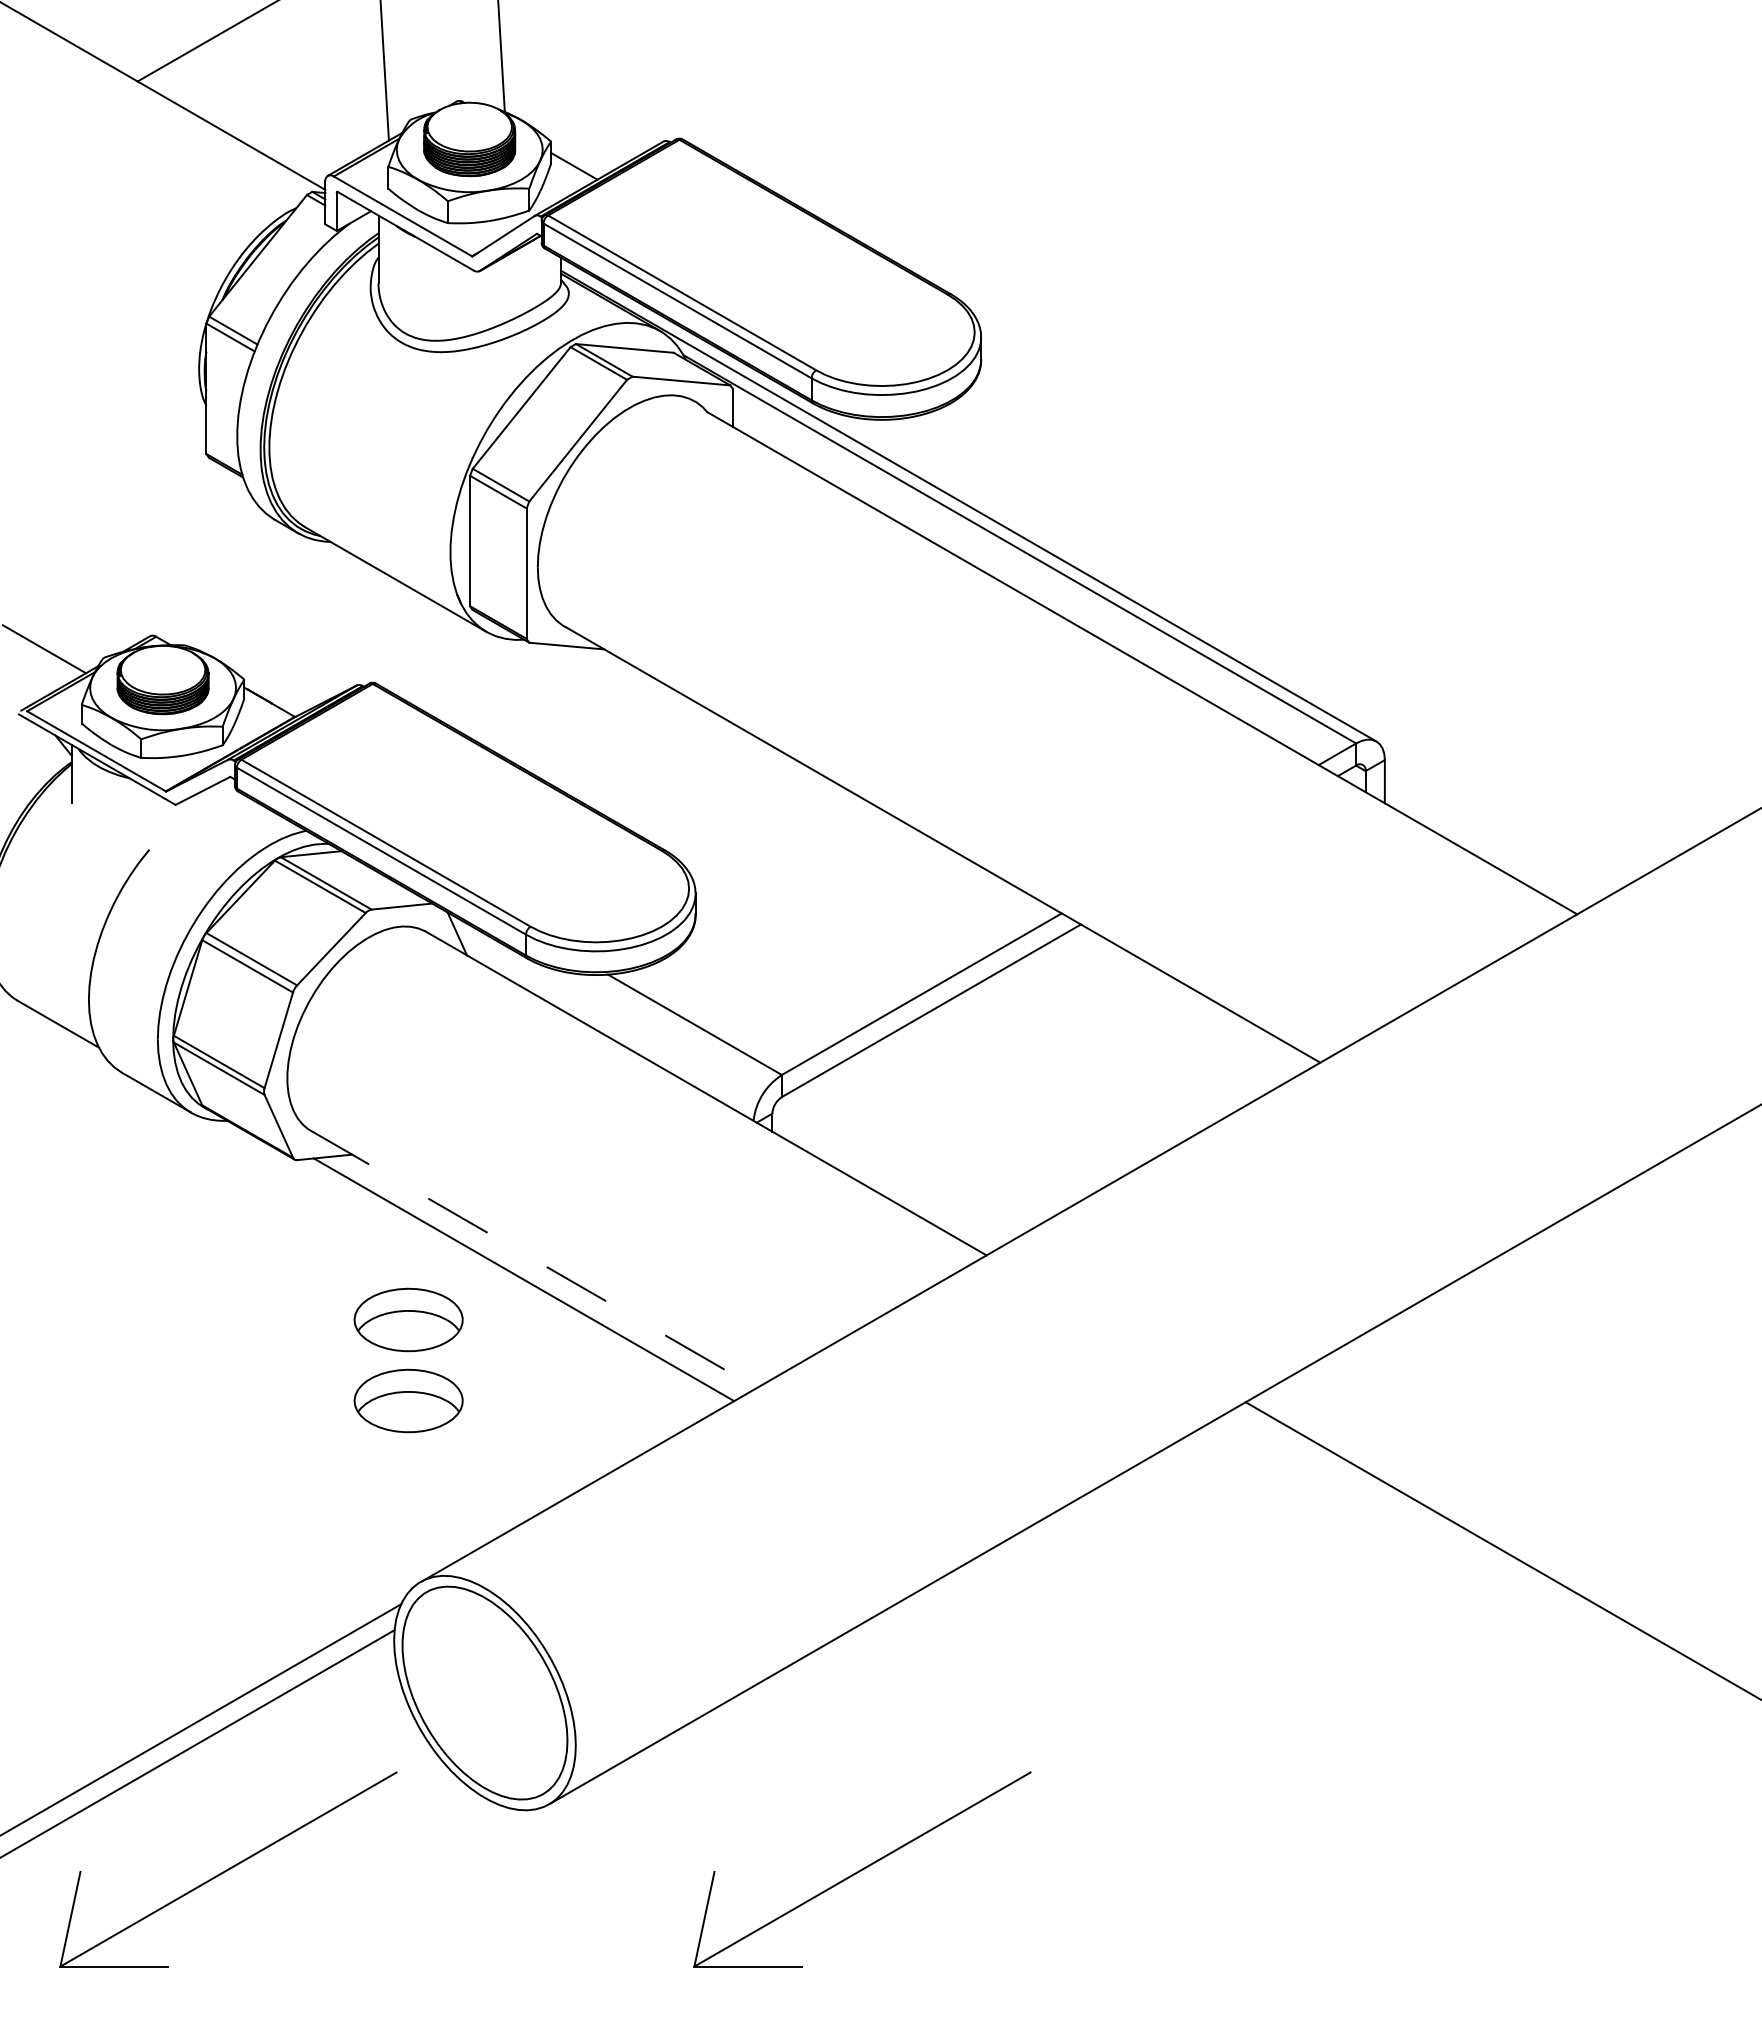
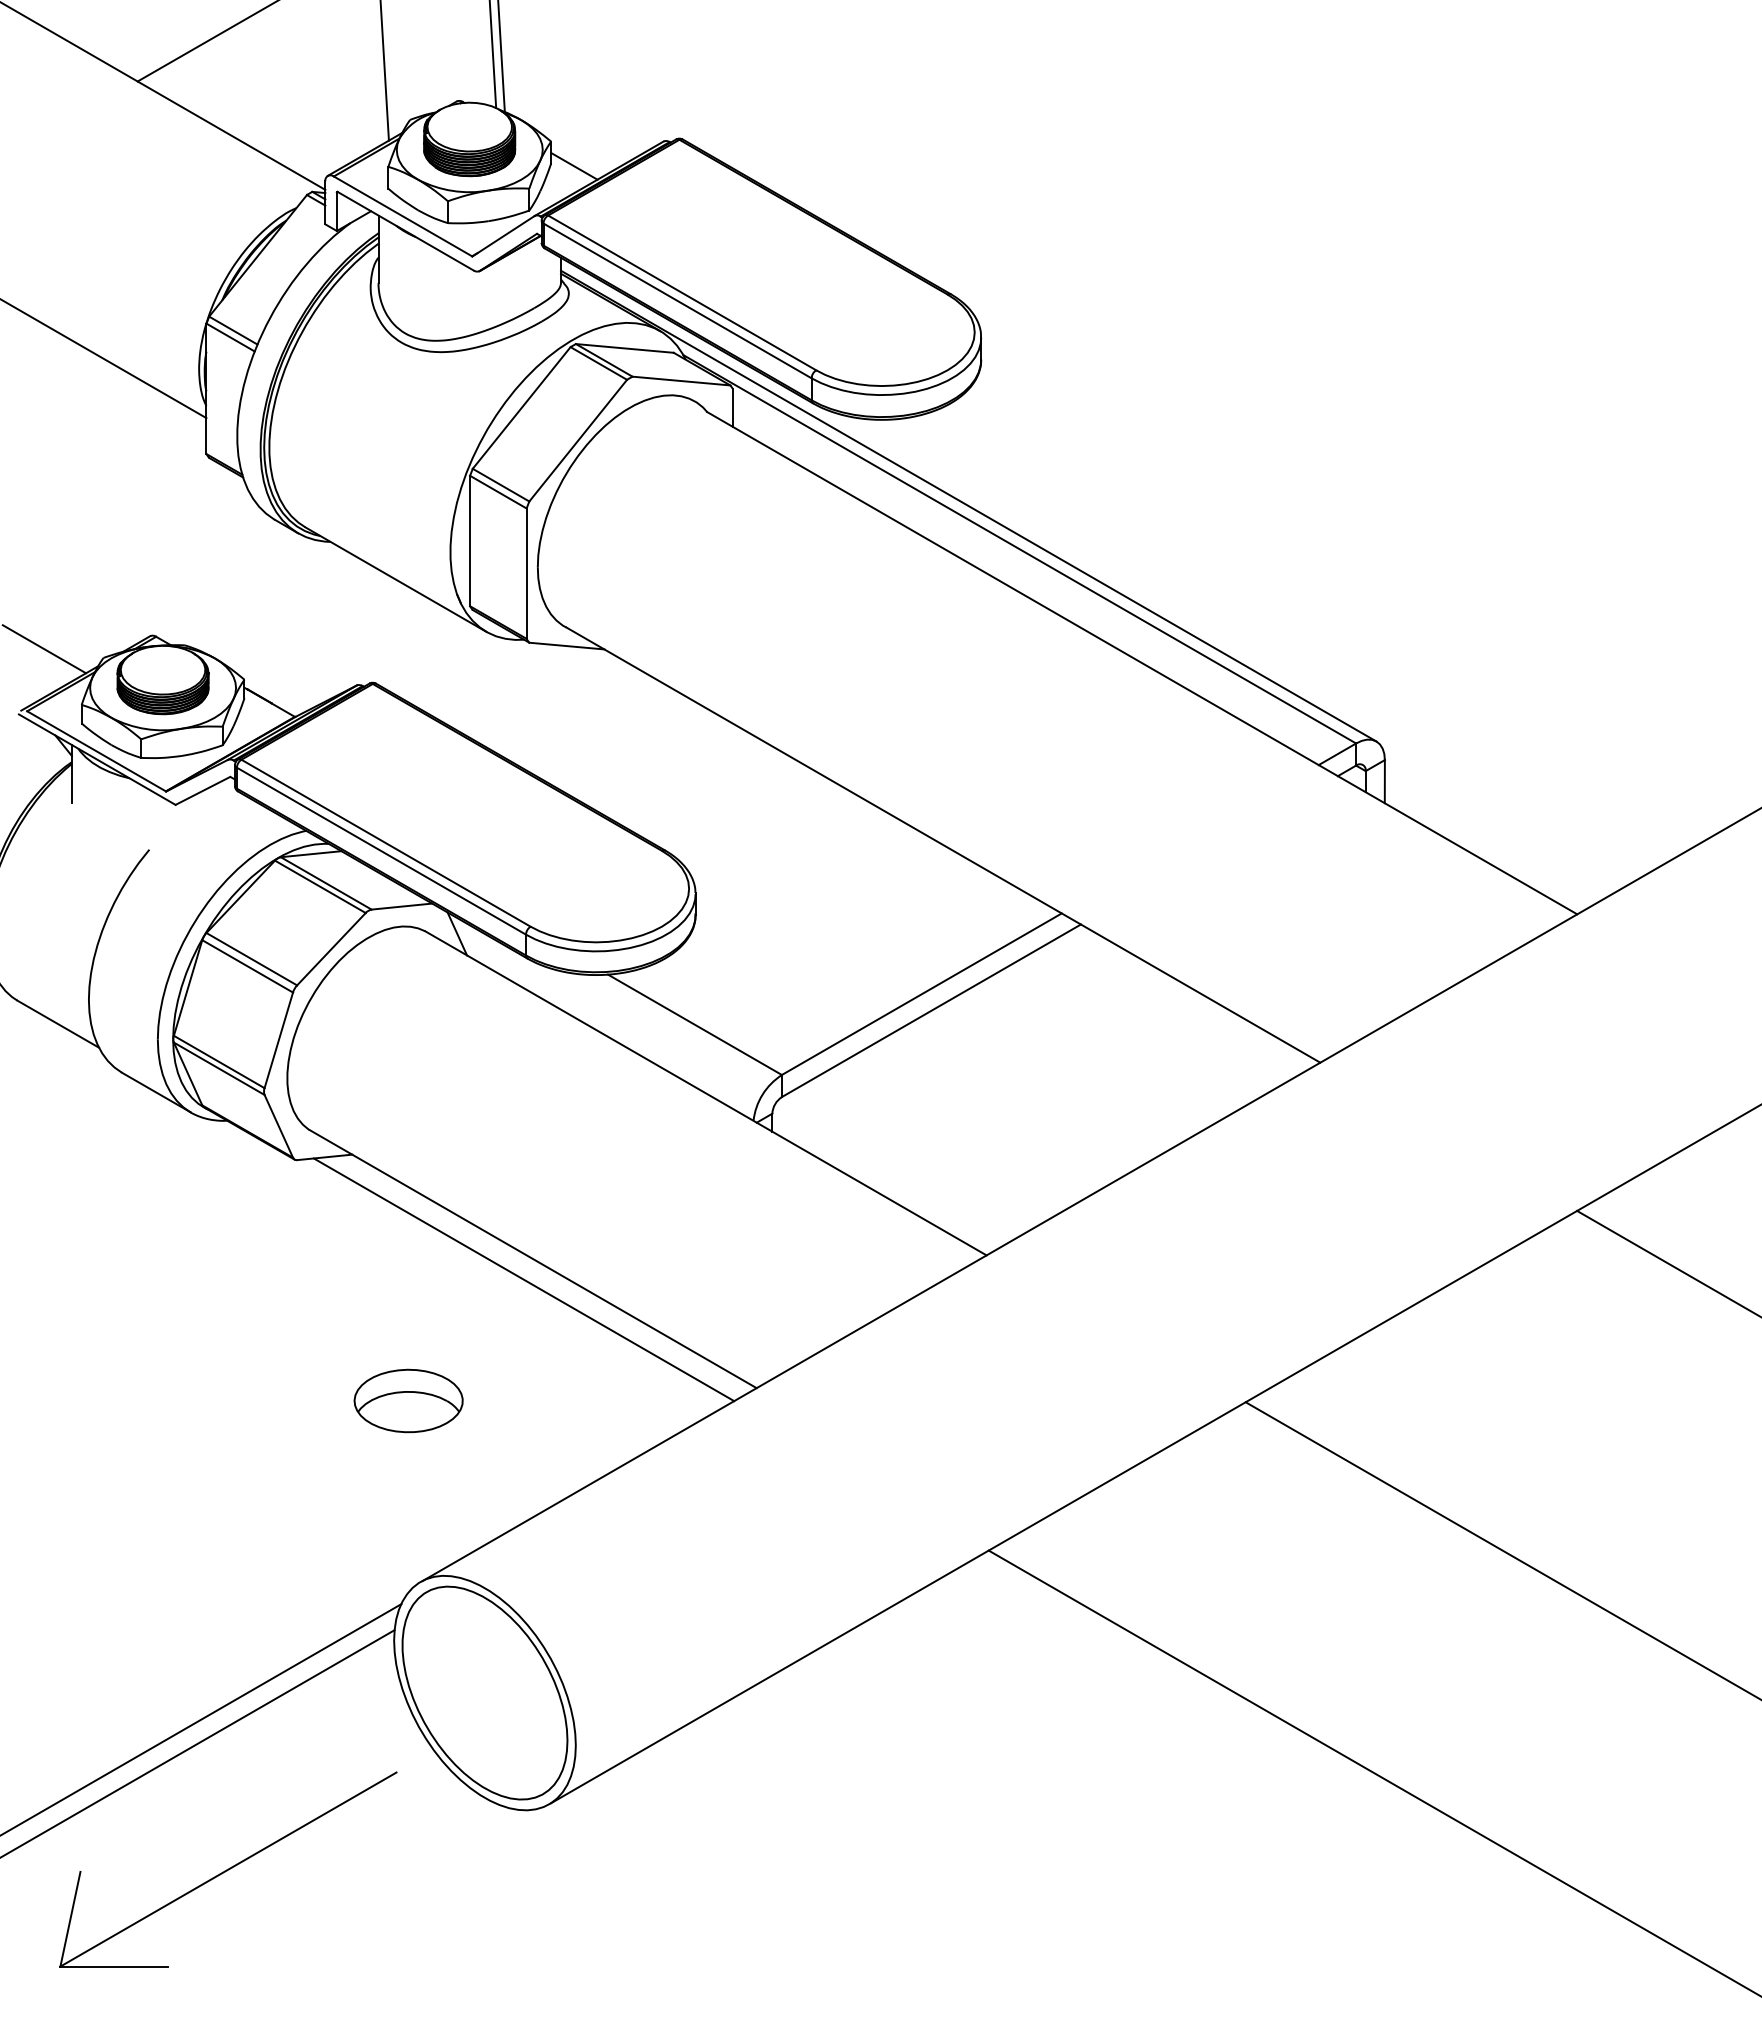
line at (492, 55): none -> present
line at (104, 359): none -> present
line at (533, 1259): dashed -> solid
line at (1667, 1262): none -> present
part at (408, 1319): present -> none
line at (1373, 1772): none -> present
part at (862, 1869): present -> none
